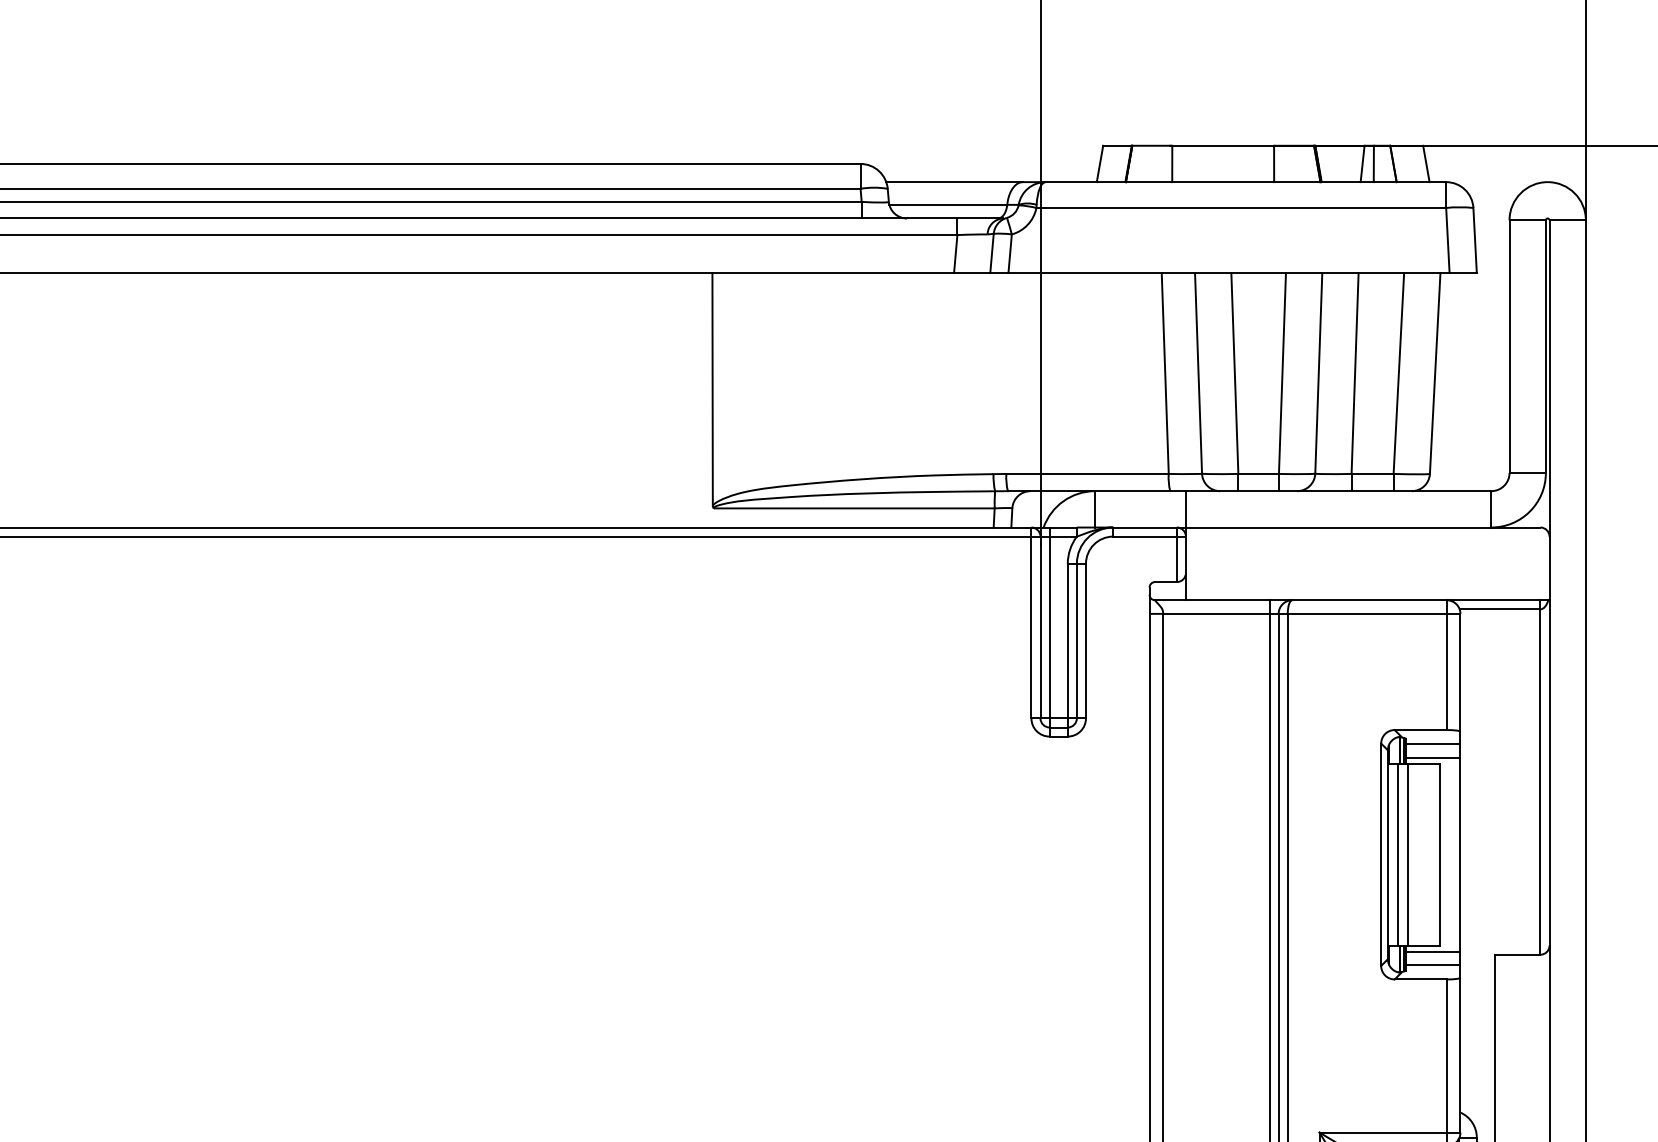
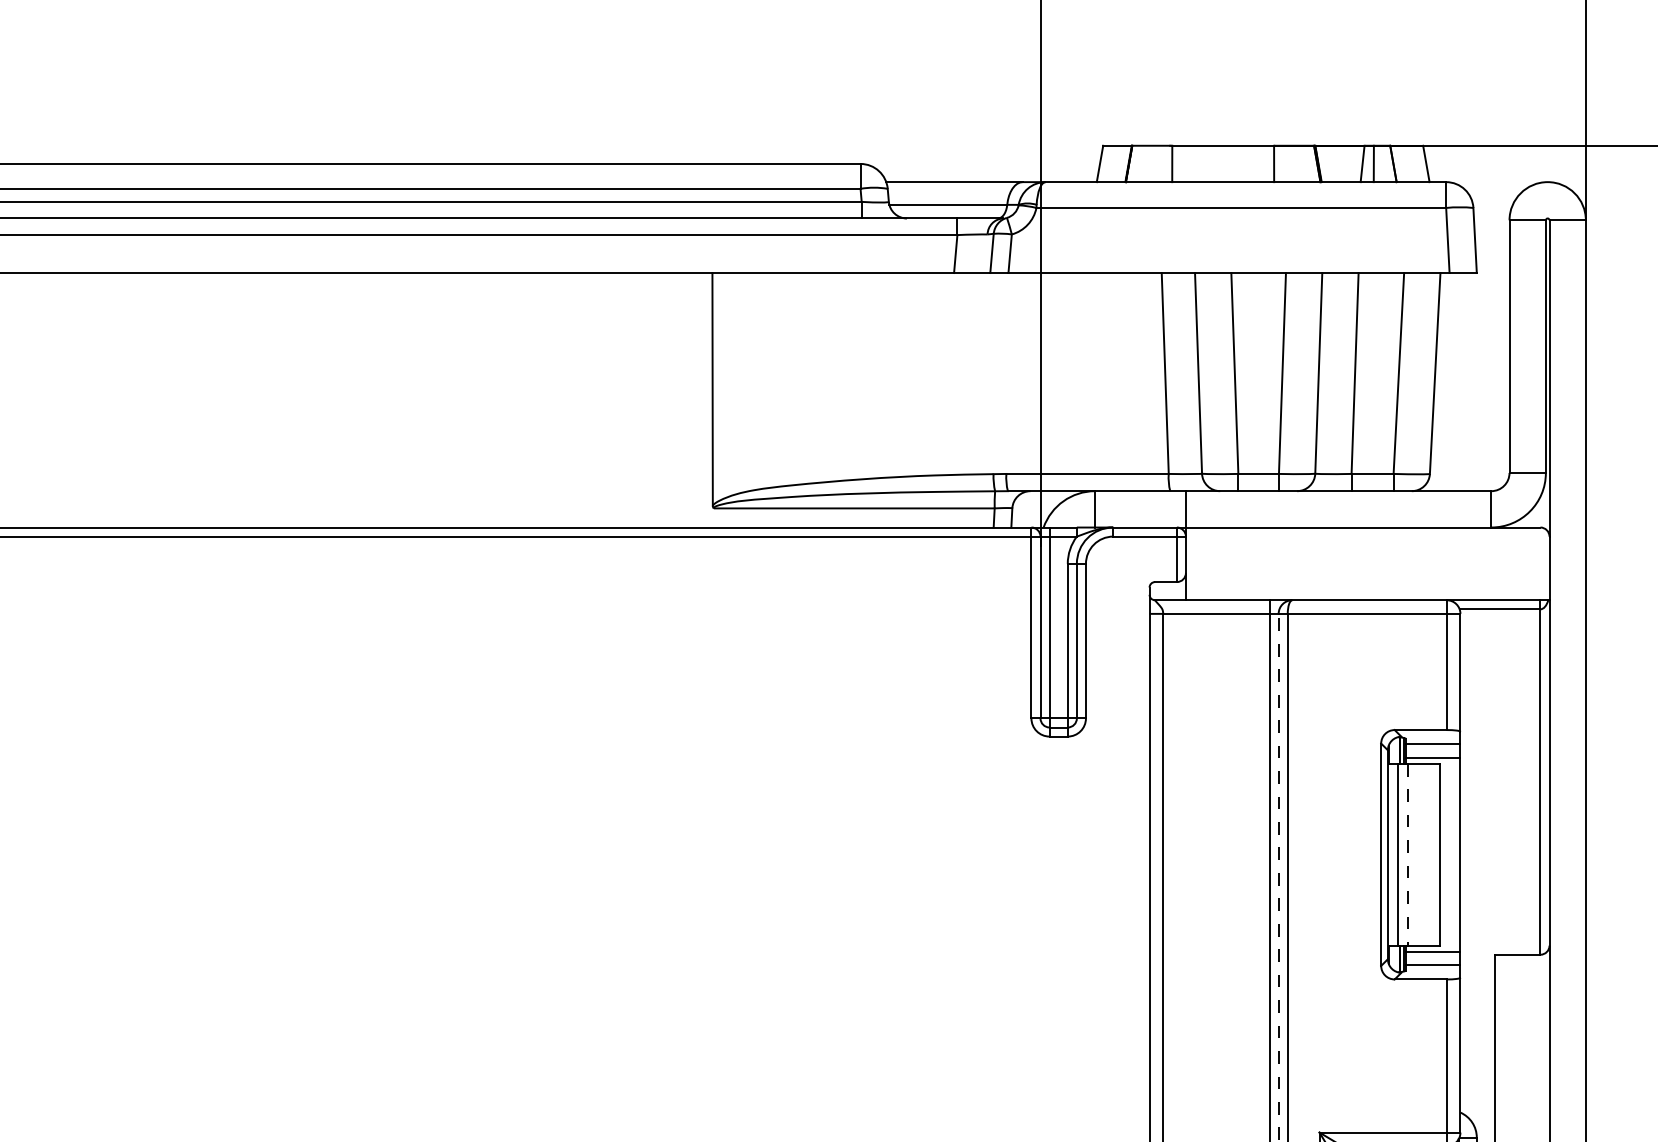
line at (1408, 854): solid -> dashed
line at (1278, 877): solid -> dashed
